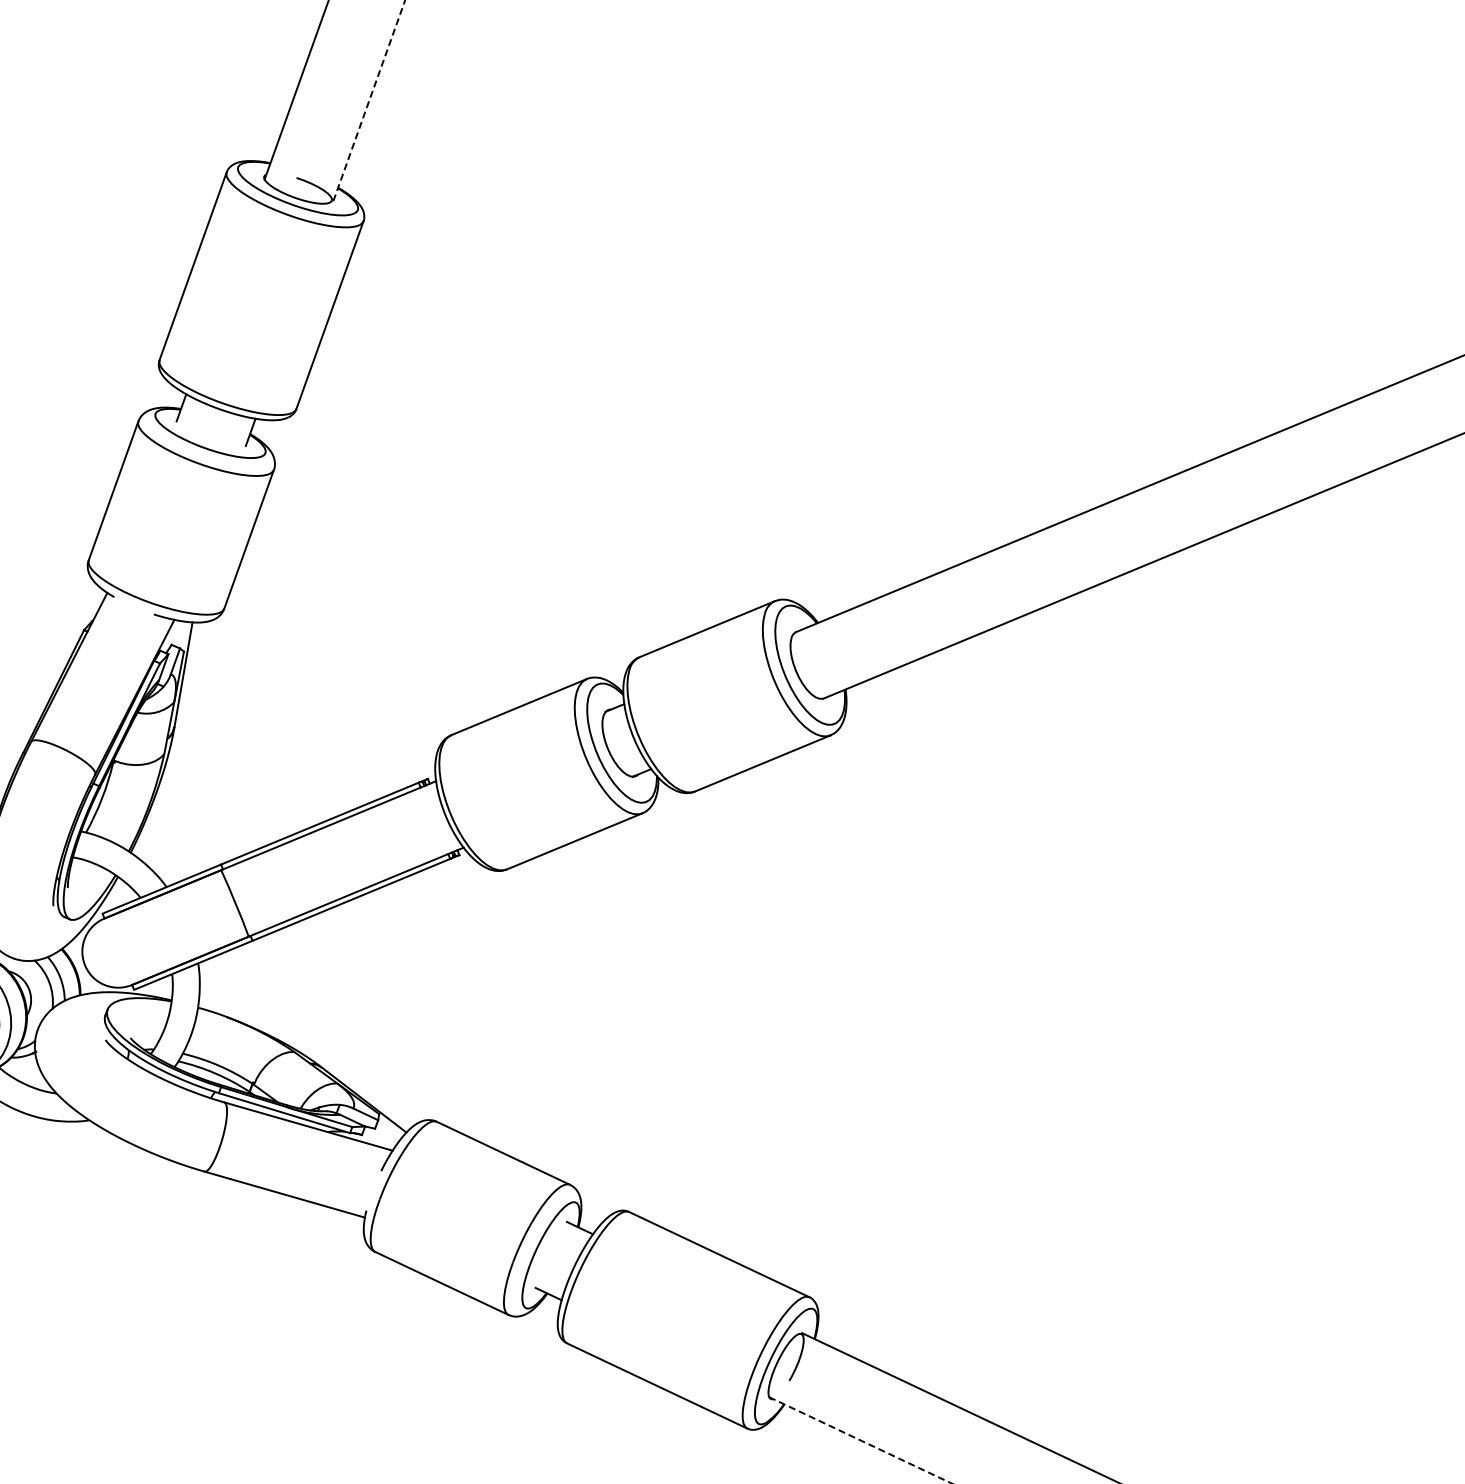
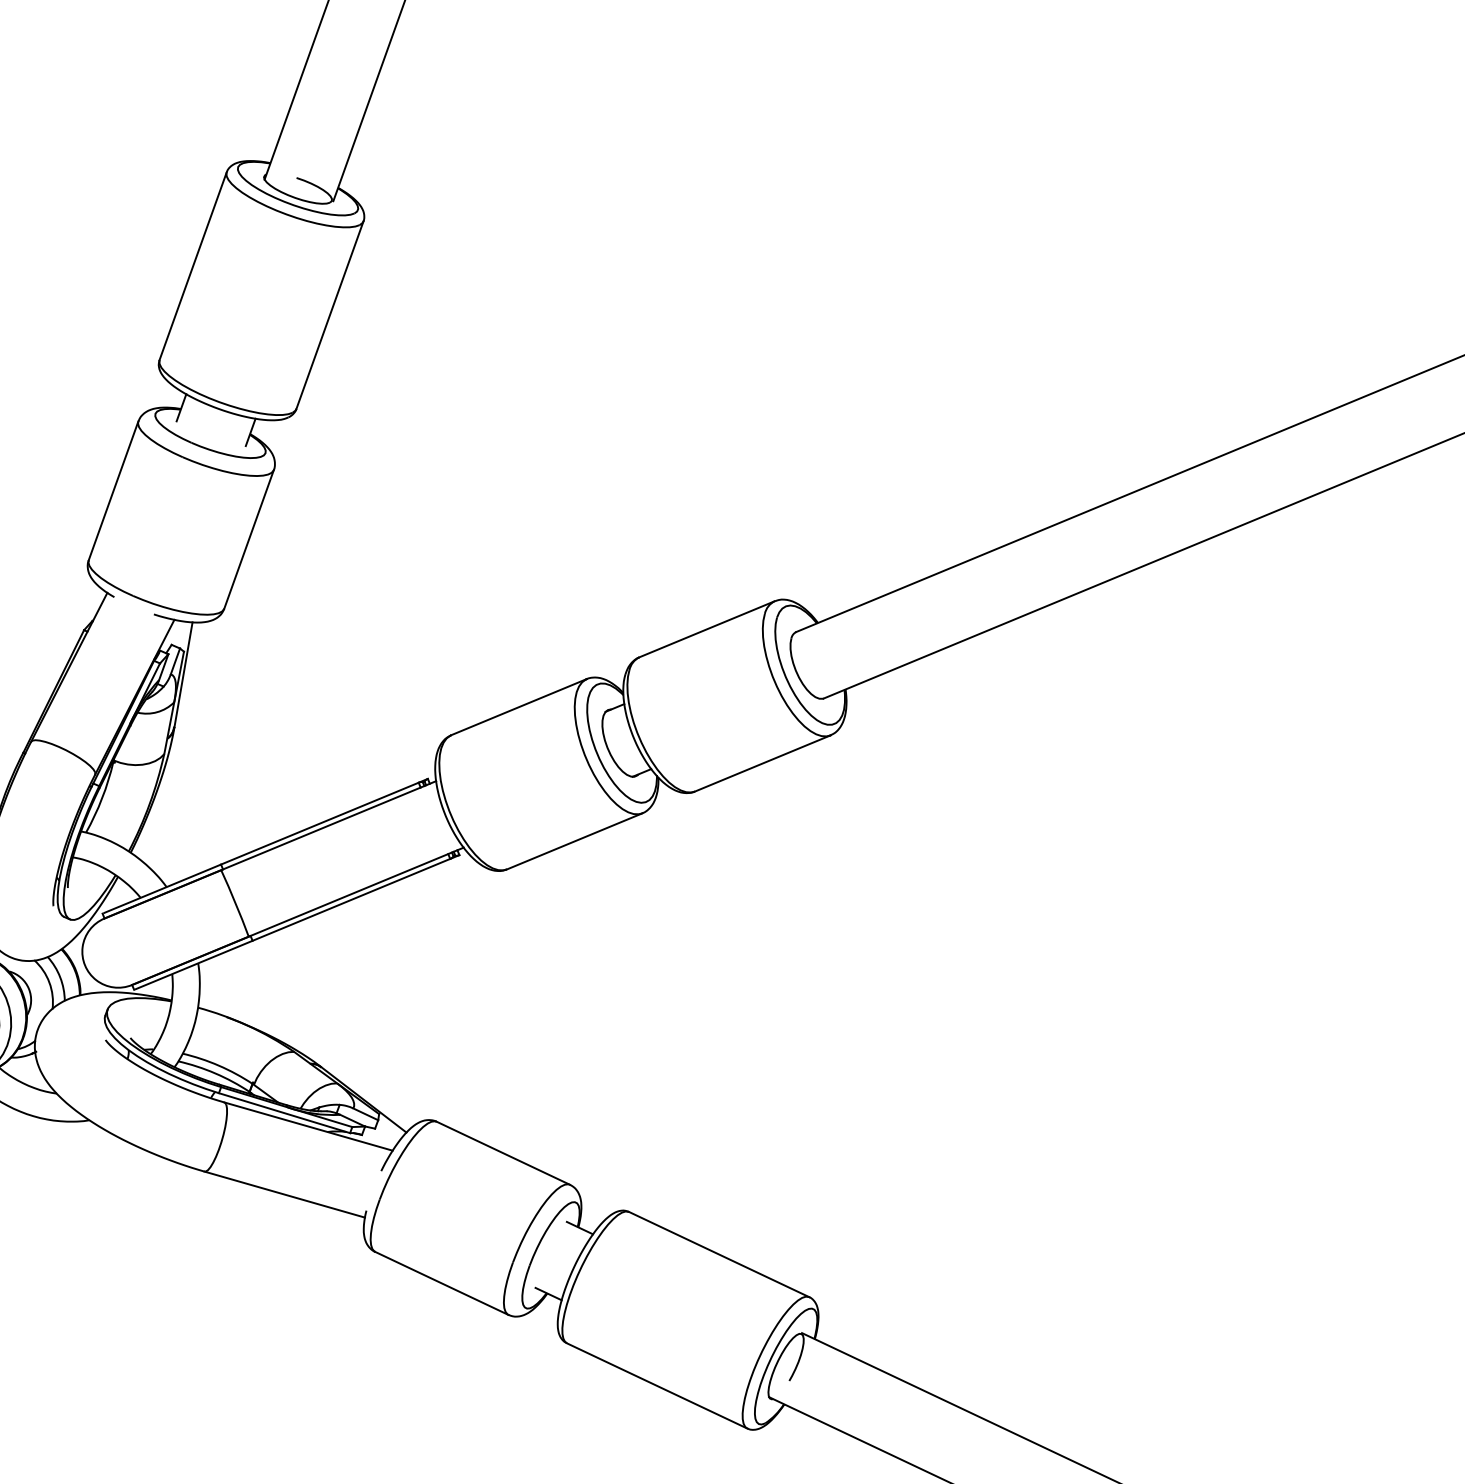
line at (369, 100): dashed -> solid
line at (861, 1440): dashed -> solid
